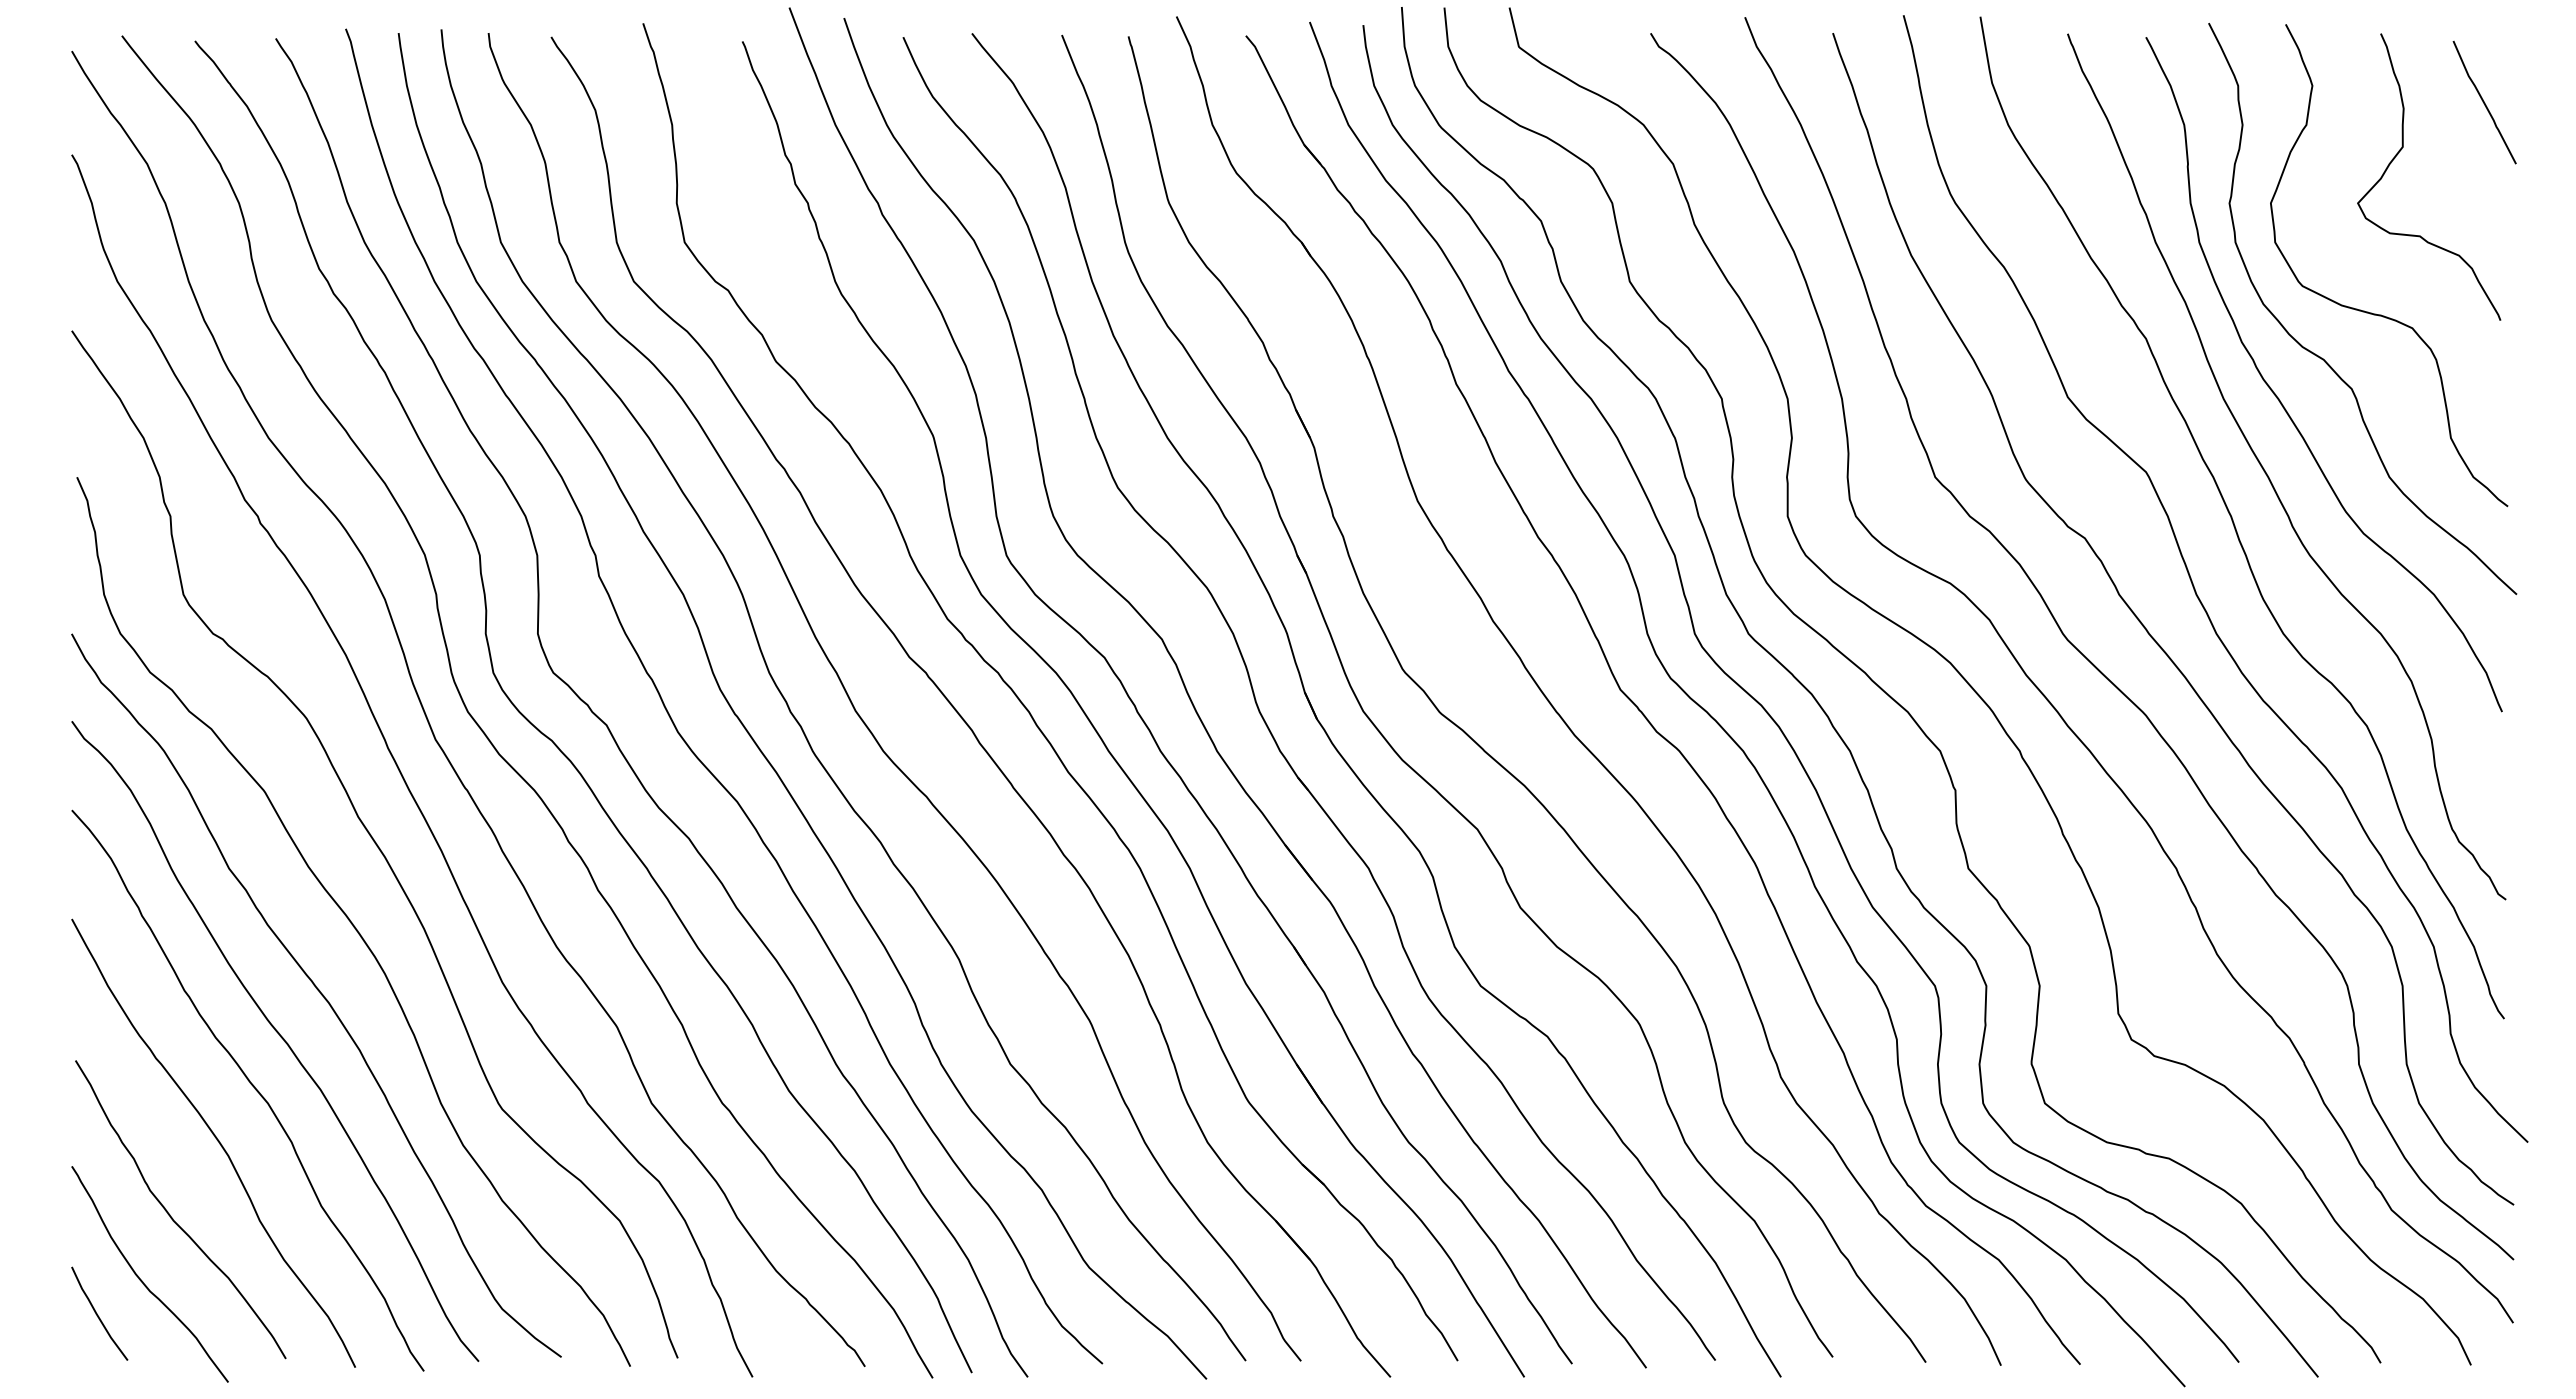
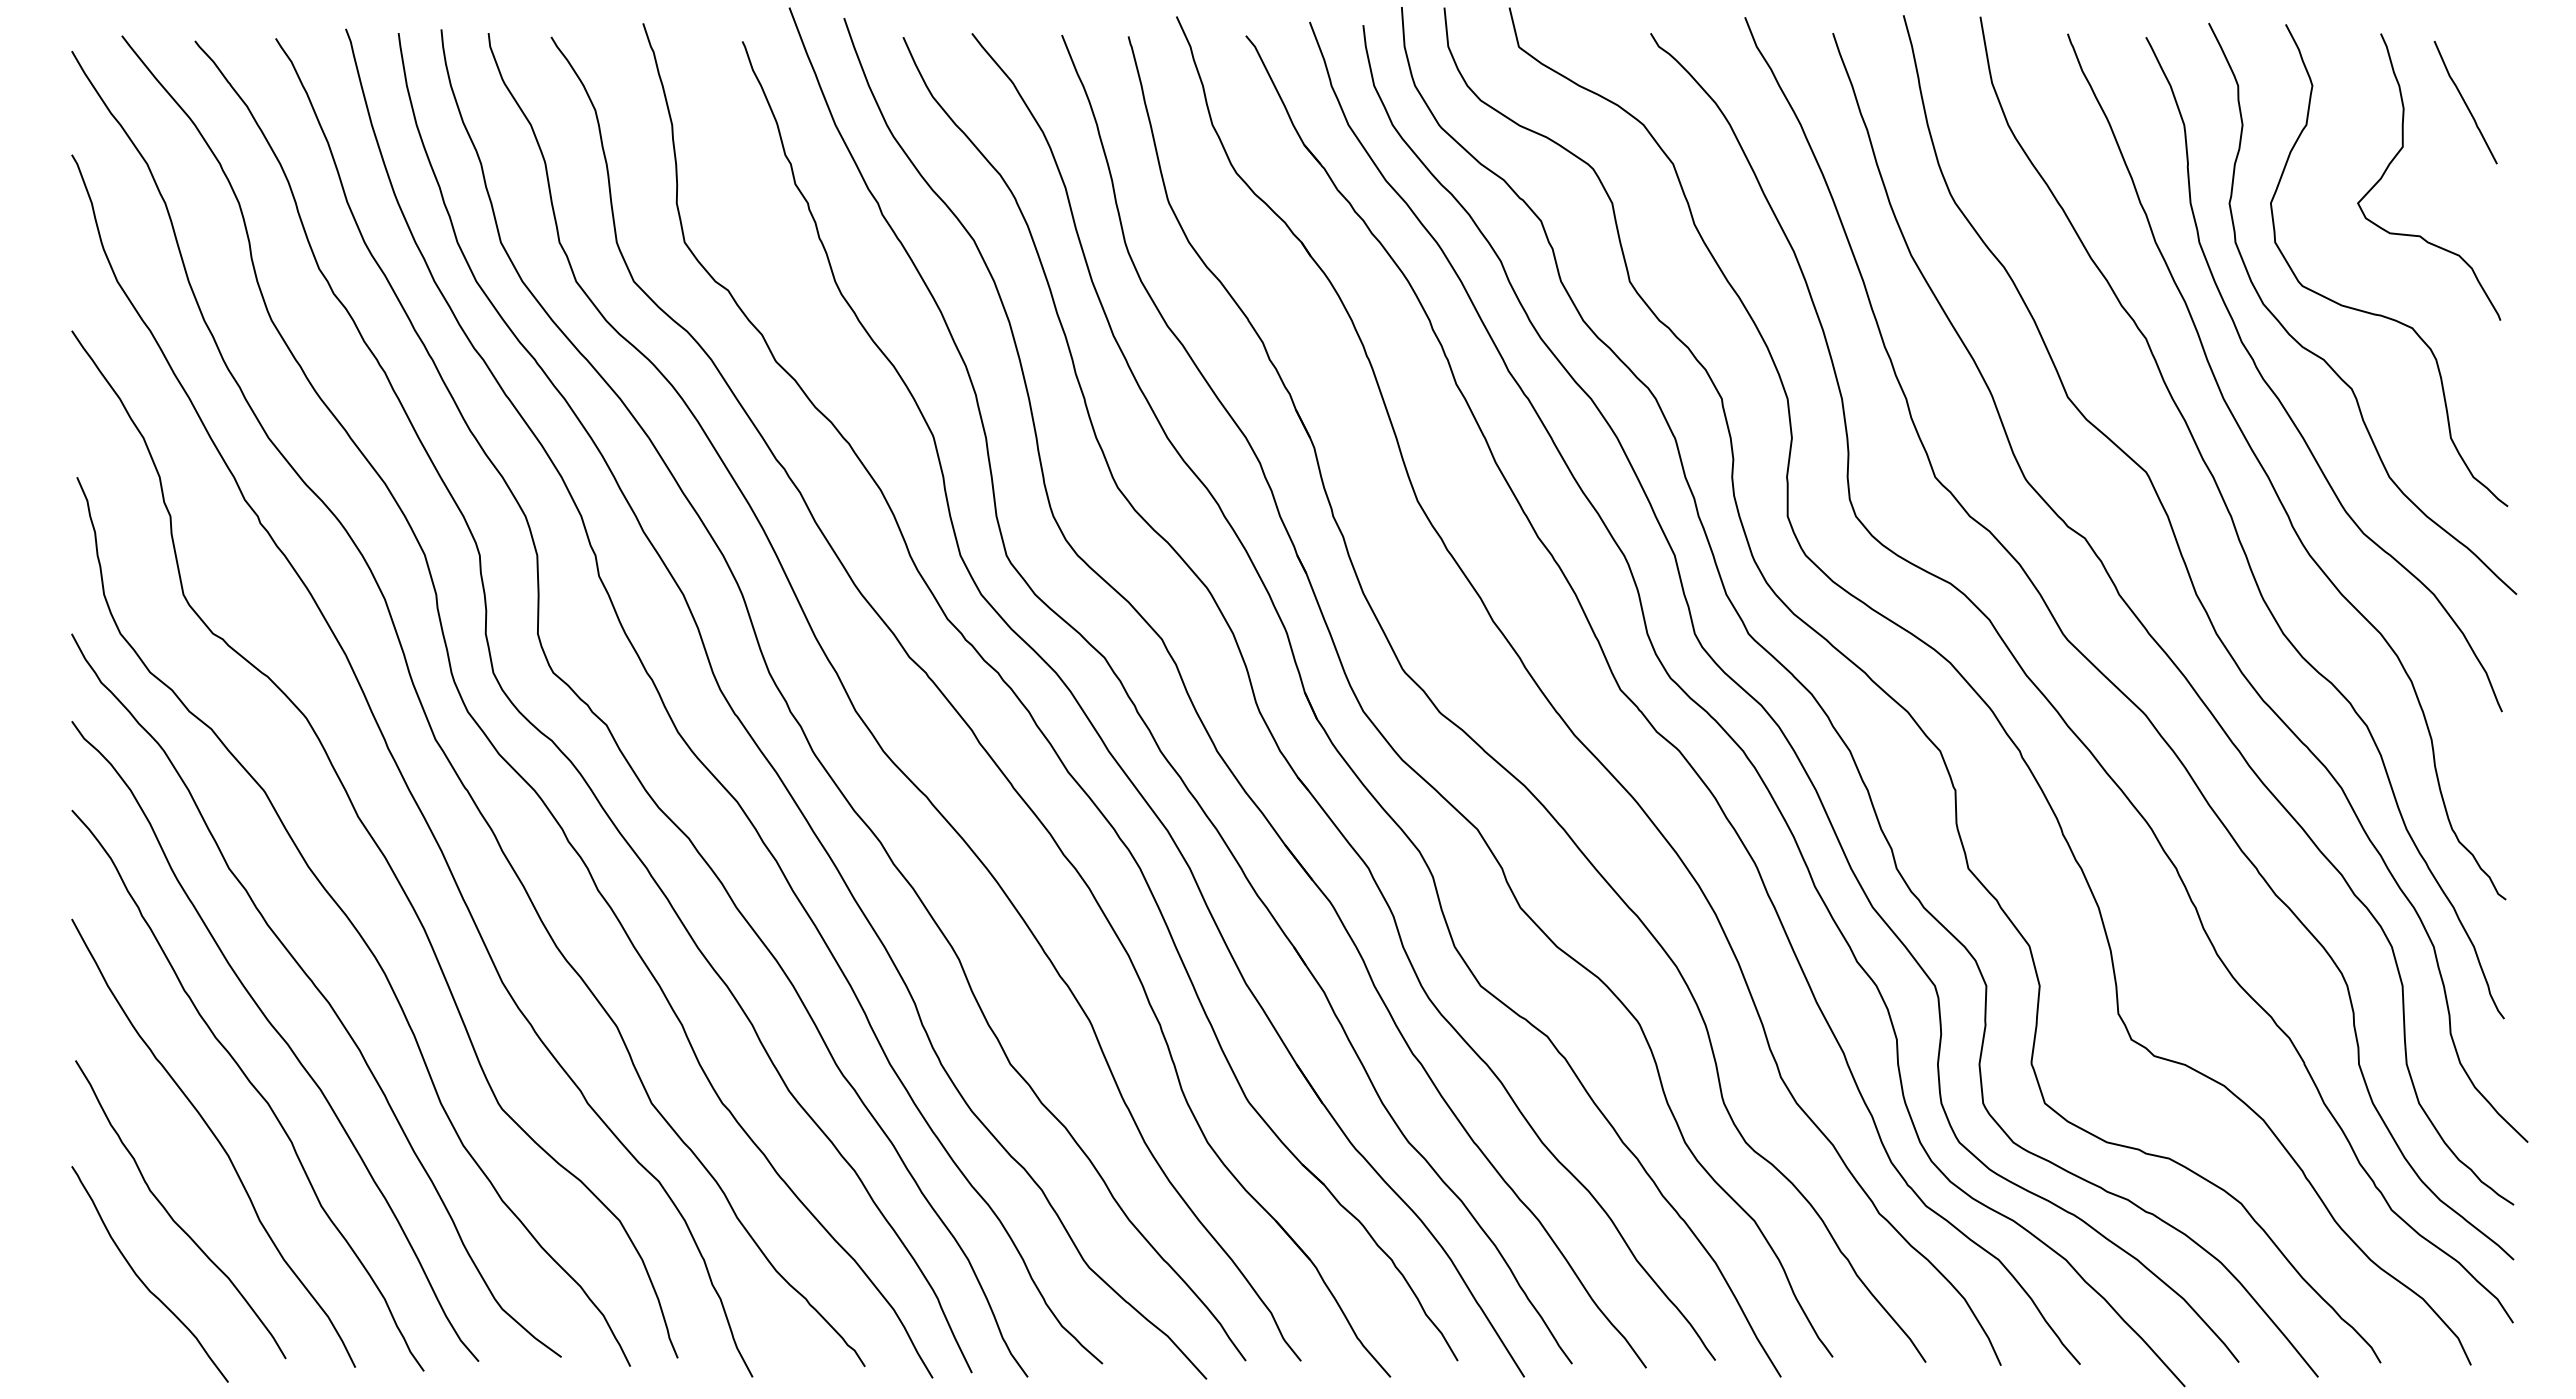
curve at (2484, 102) position: (2484, 102) -> (2465, 102)
curve at (97, 1313): present -> none
